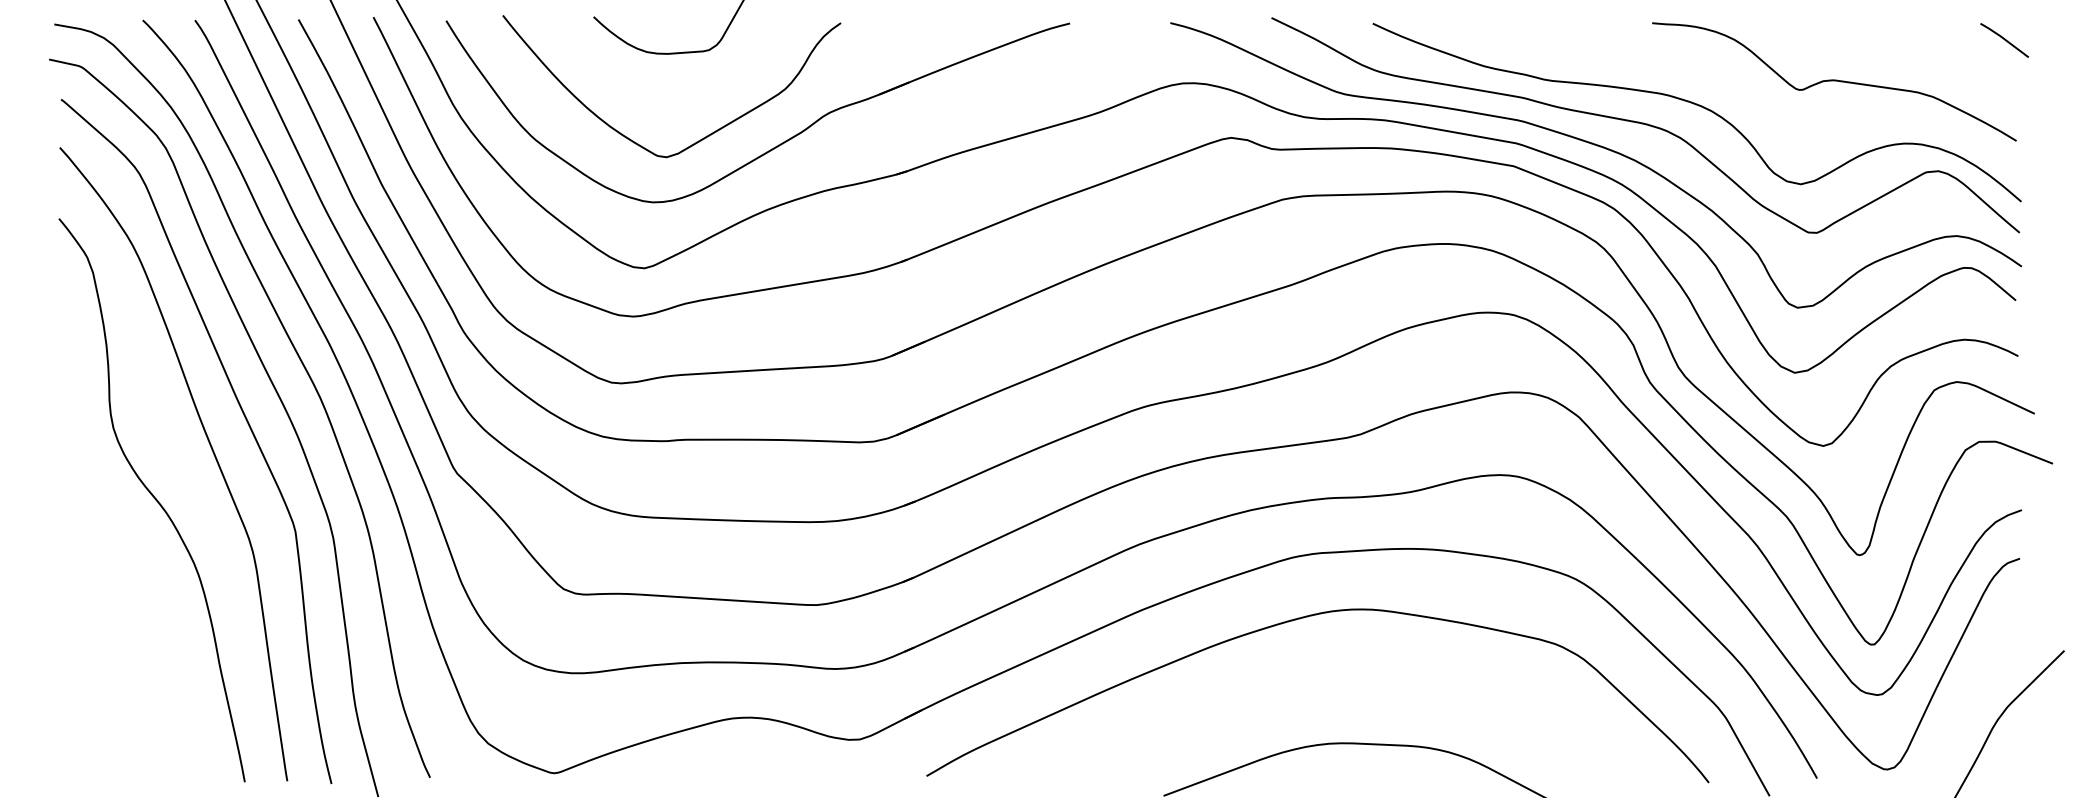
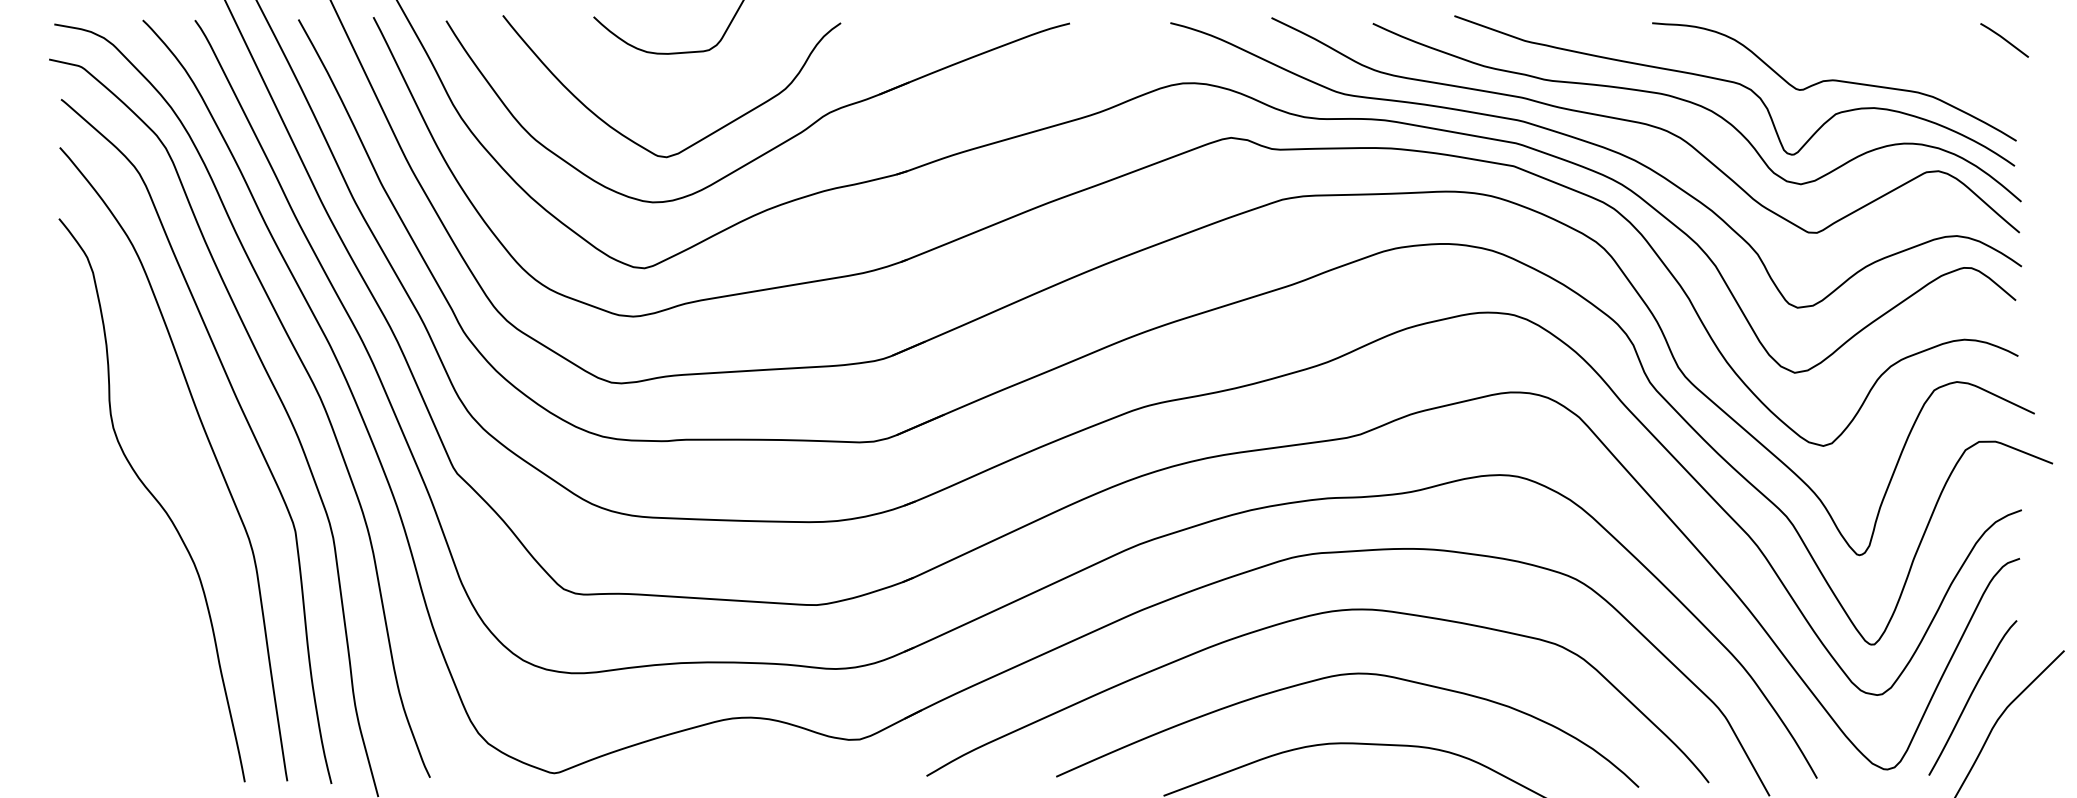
curve at (1736, 84): none -> present
curve at (1338, 676): none -> present
curve at (1971, 696): none -> present
